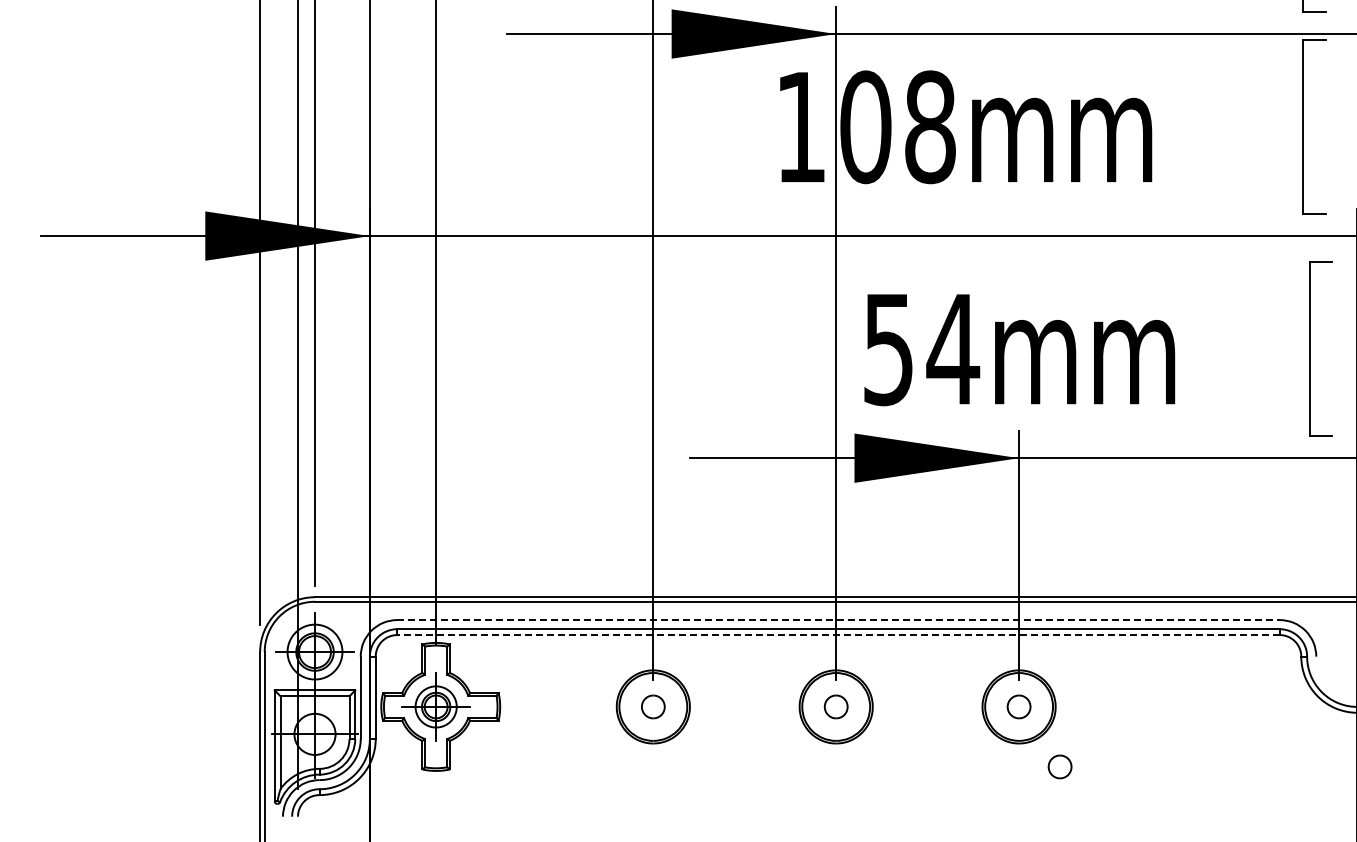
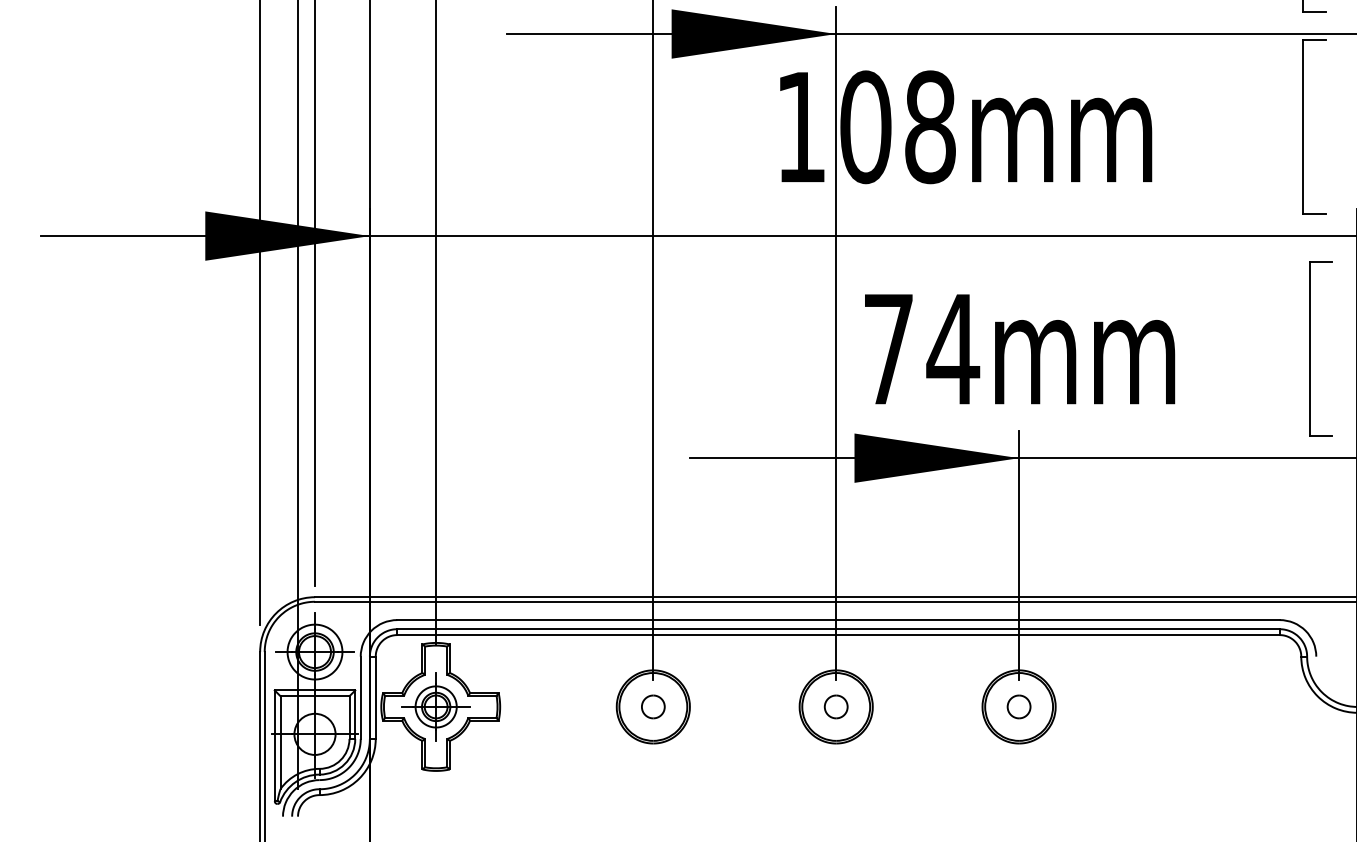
text at (888, 350): 54mm -> 74mm
line at (839, 620): dashed -> solid
line at (838, 635): dashed -> solid
part at (1059, 766): present -> none
